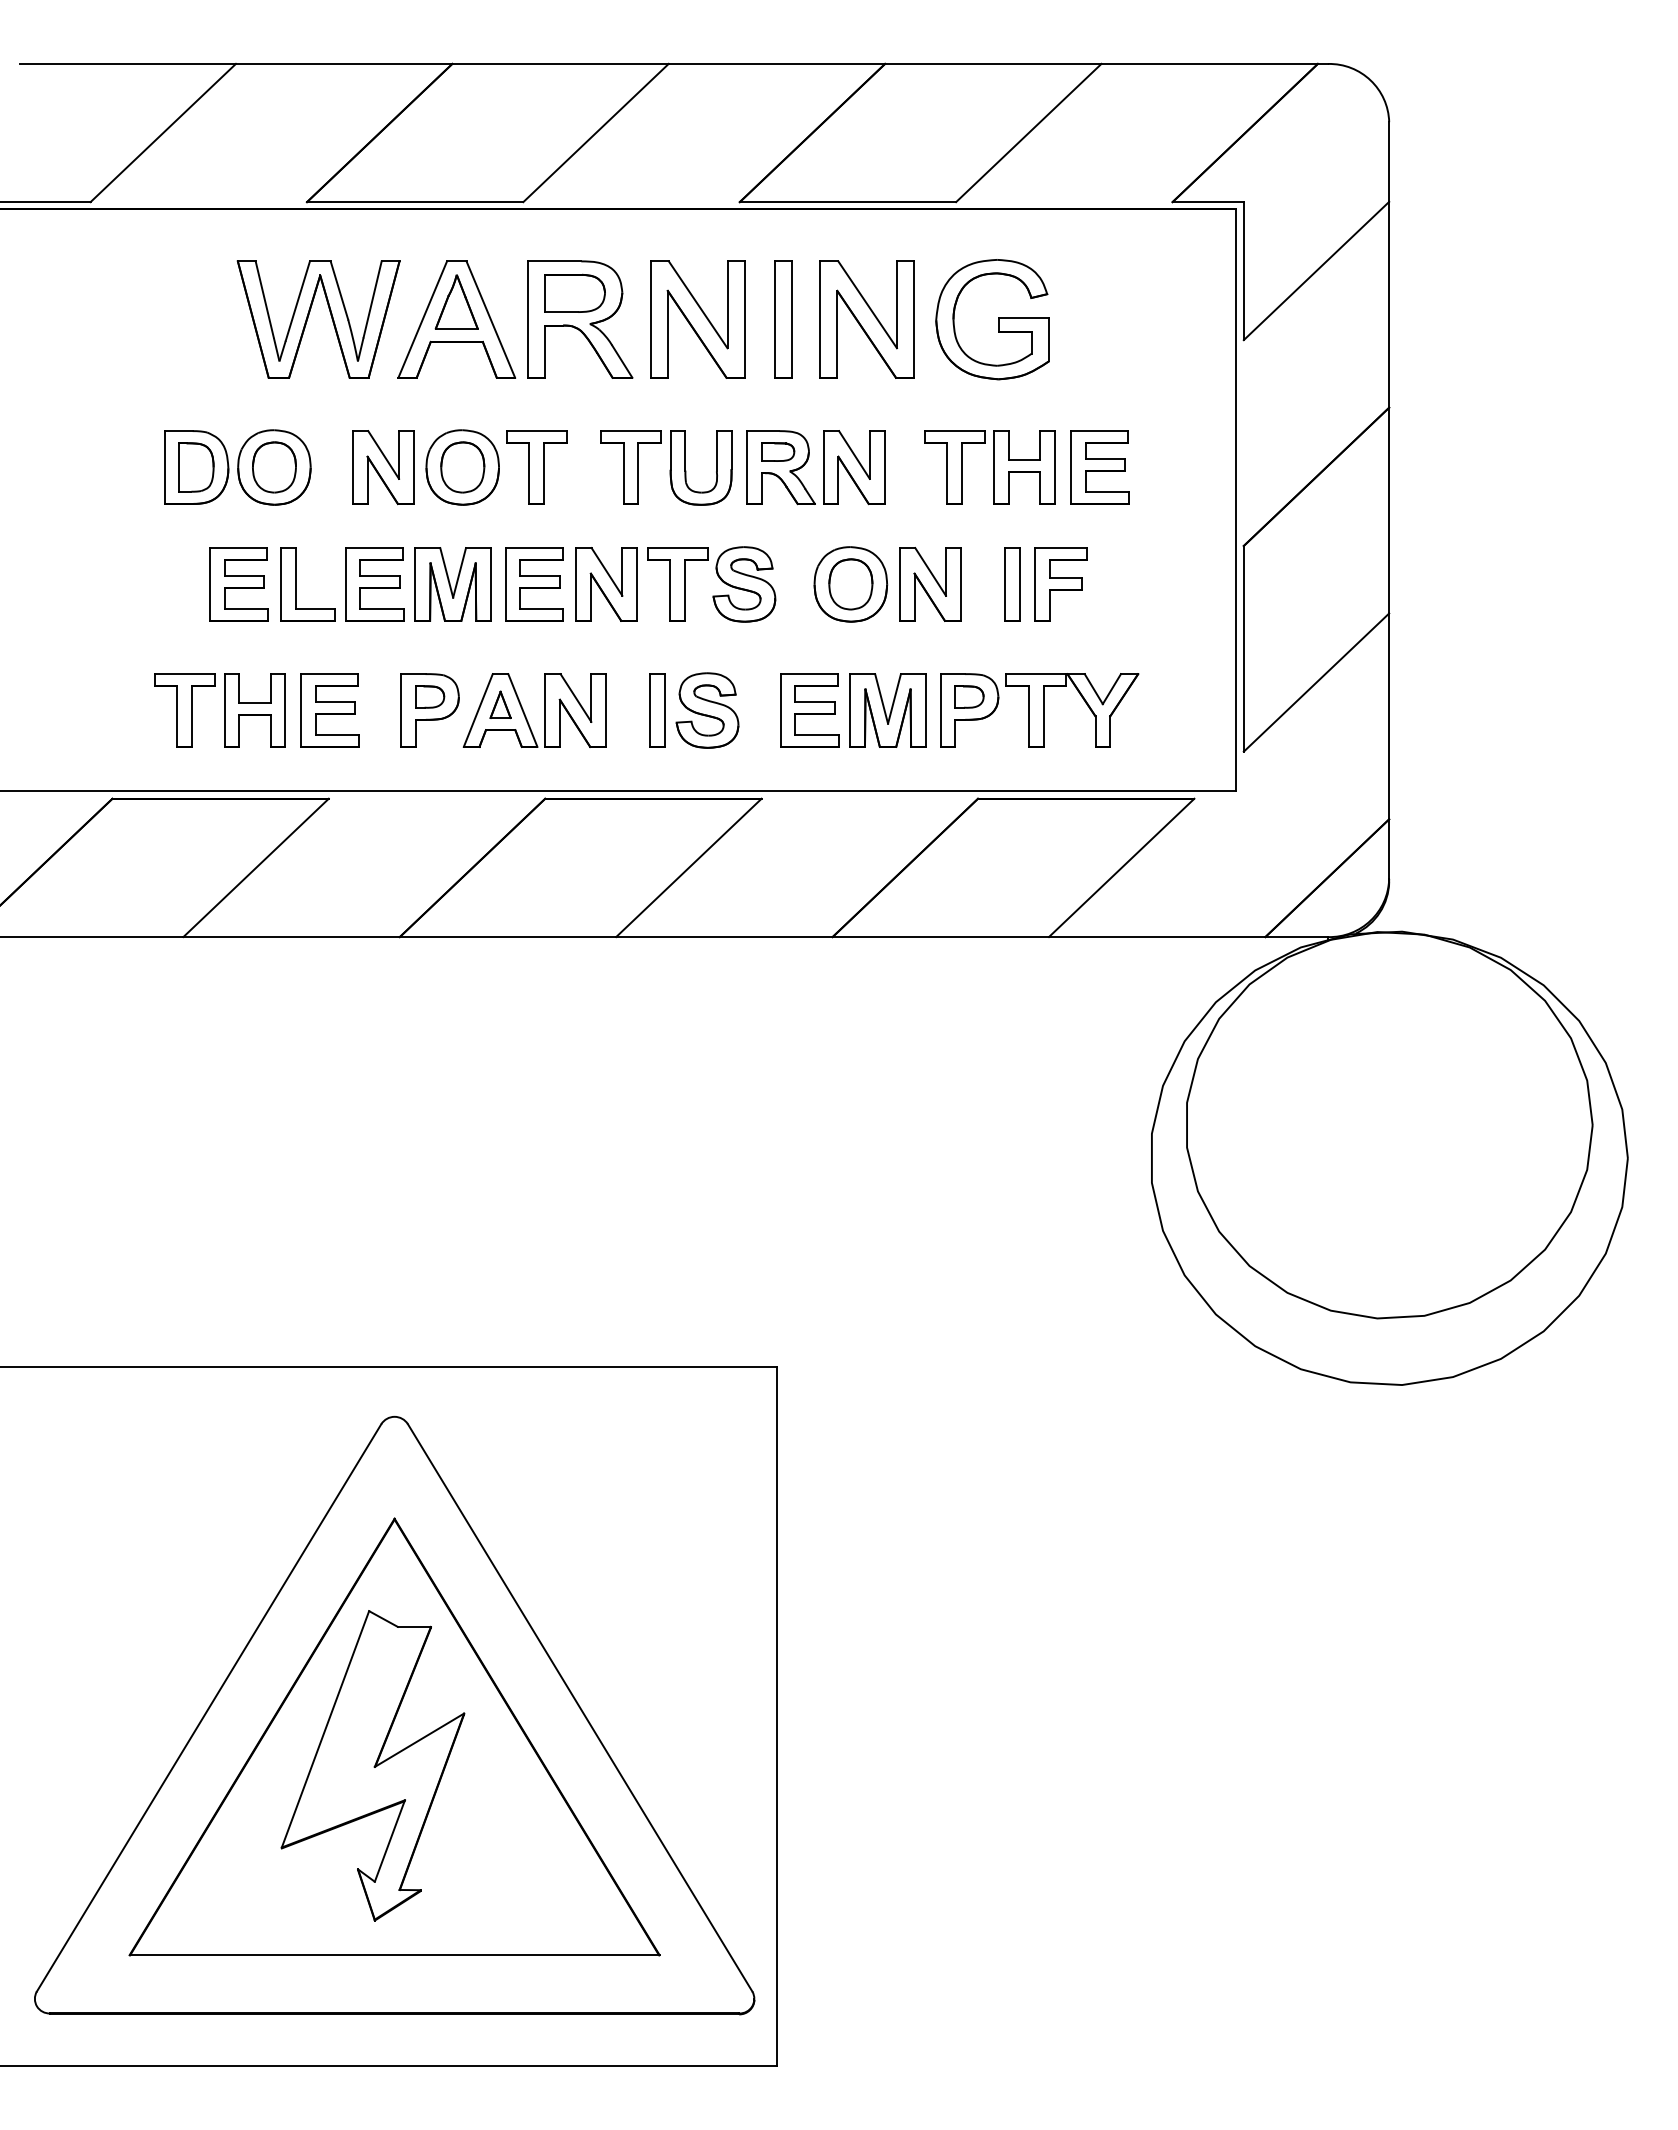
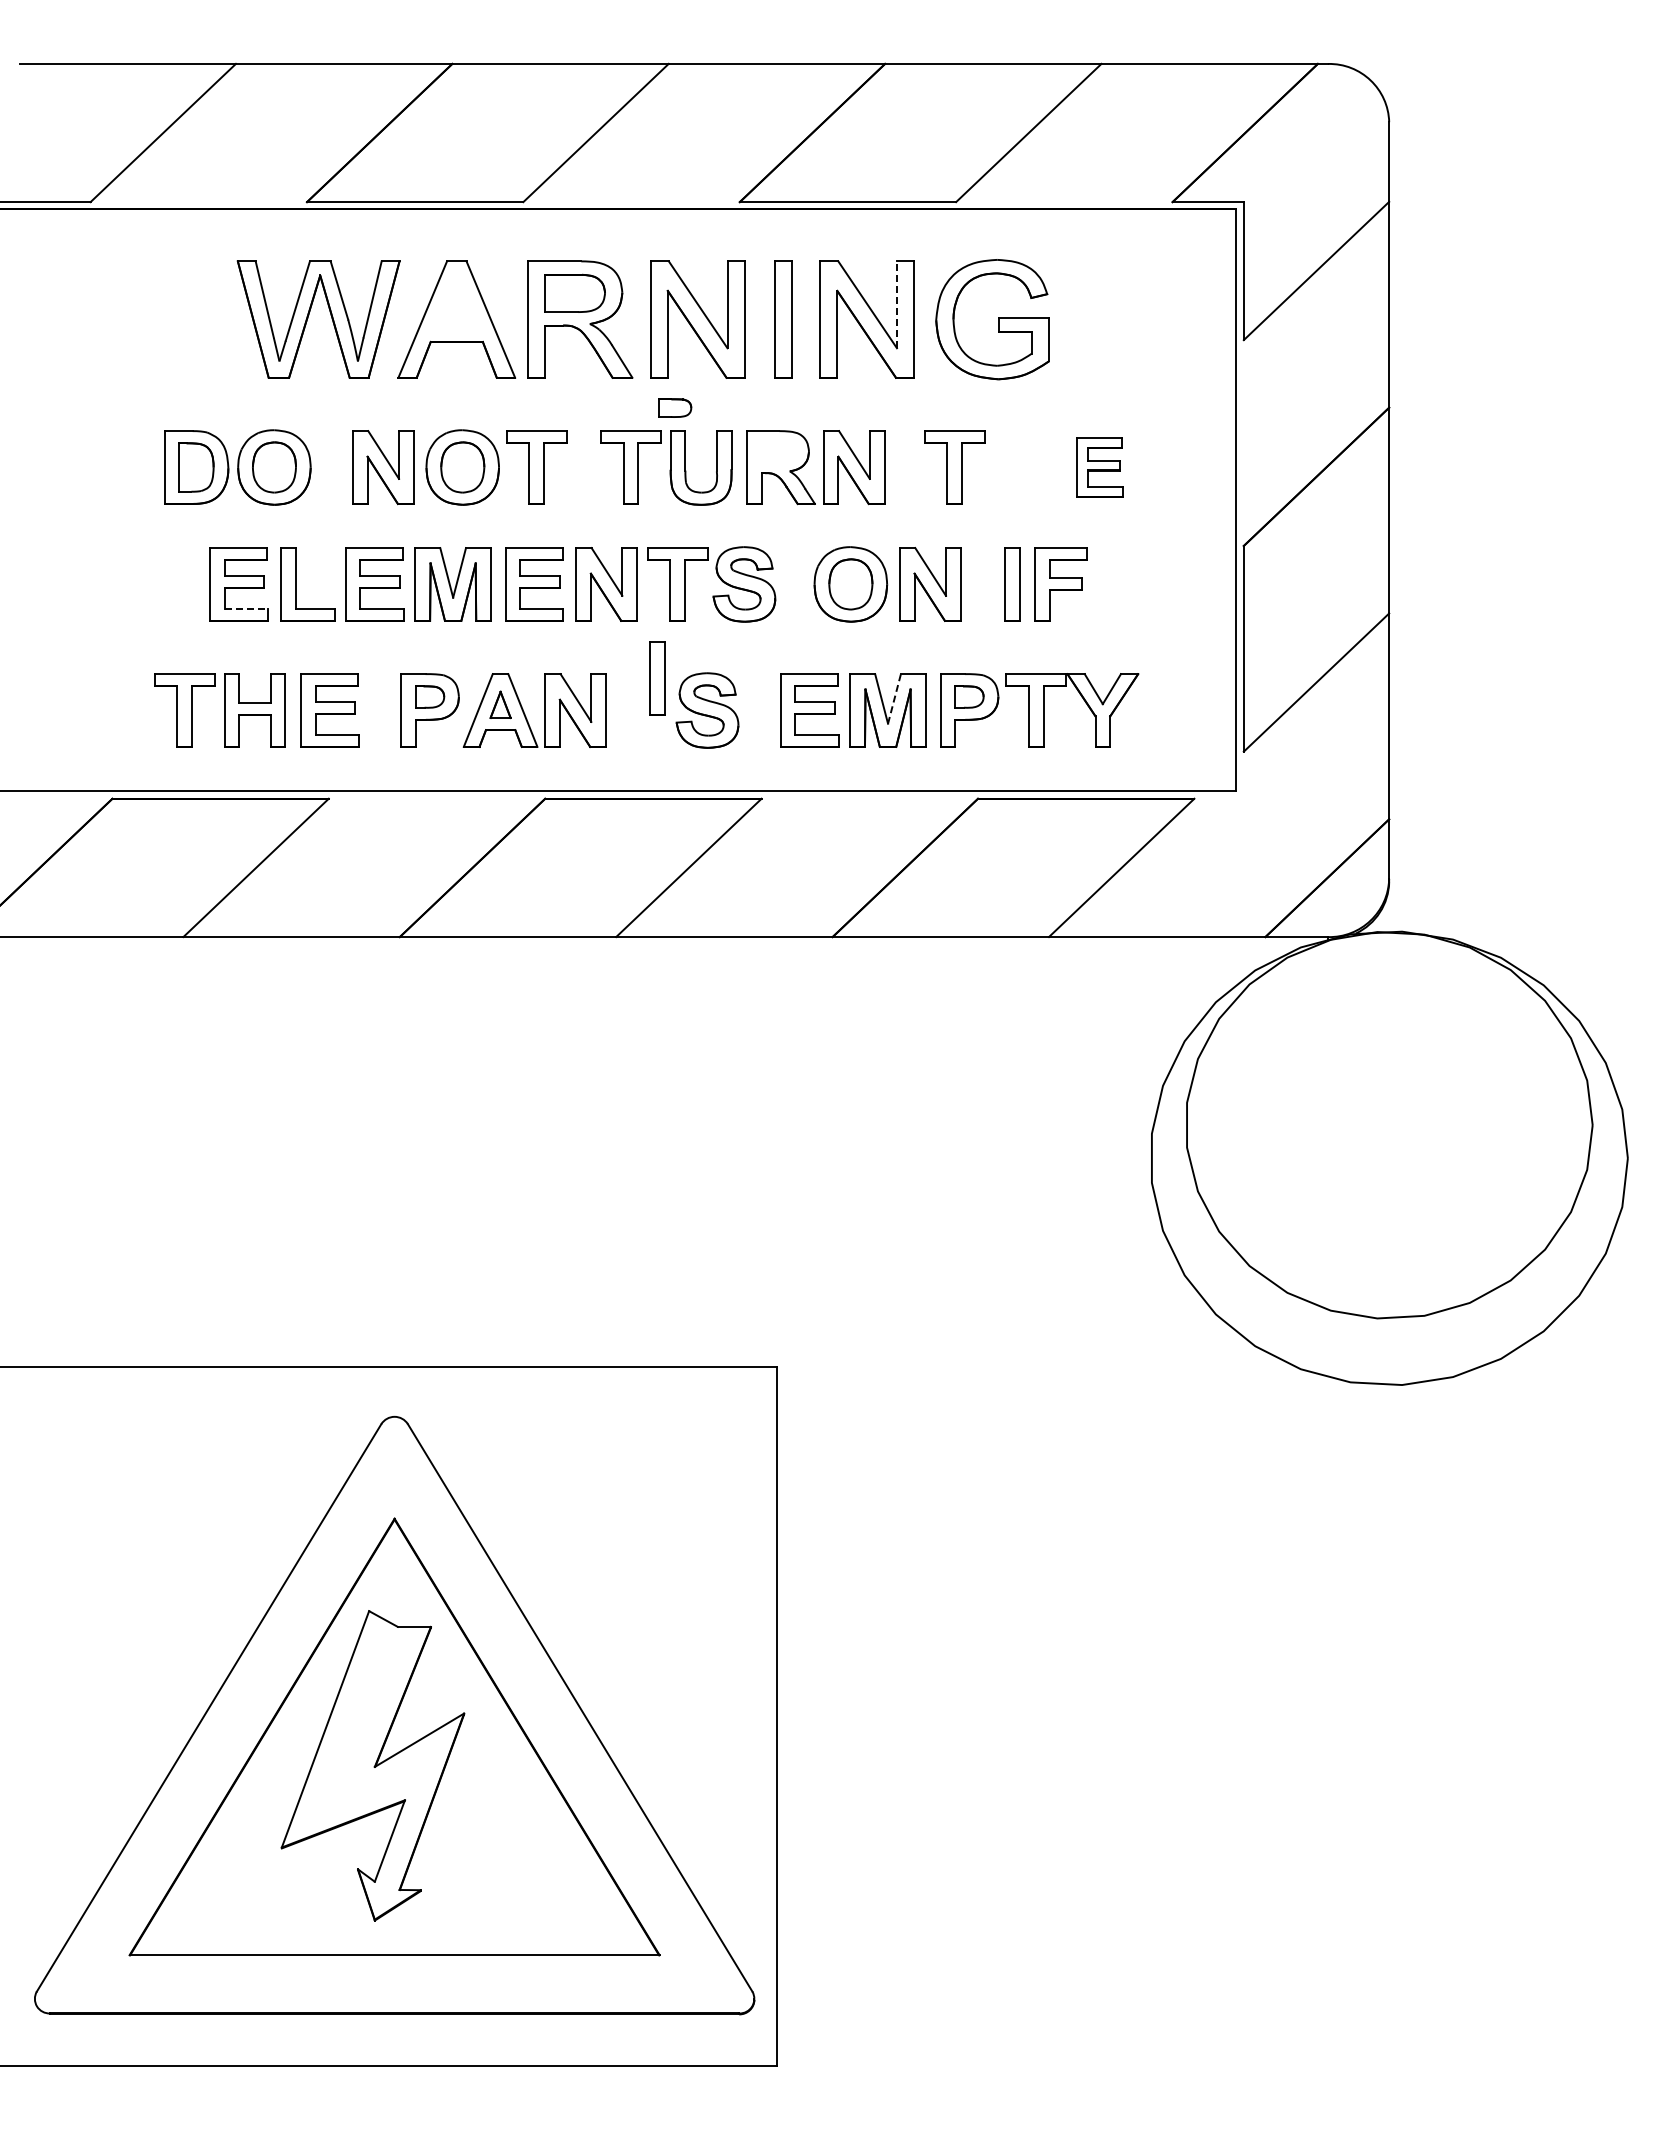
part at (456, 301): present -> none
line at (896, 304): solid -> dashed
part at (778, 451) position: (778, 451) -> (675, 407)
part at (1024, 467): present -> none
part at (1099, 467) size: 60x75 px -> 48x61 px
line at (246, 608): solid -> dashed
line at (894, 698): solid -> dashed
part at (657, 710) position: (657, 710) -> (657, 678)
